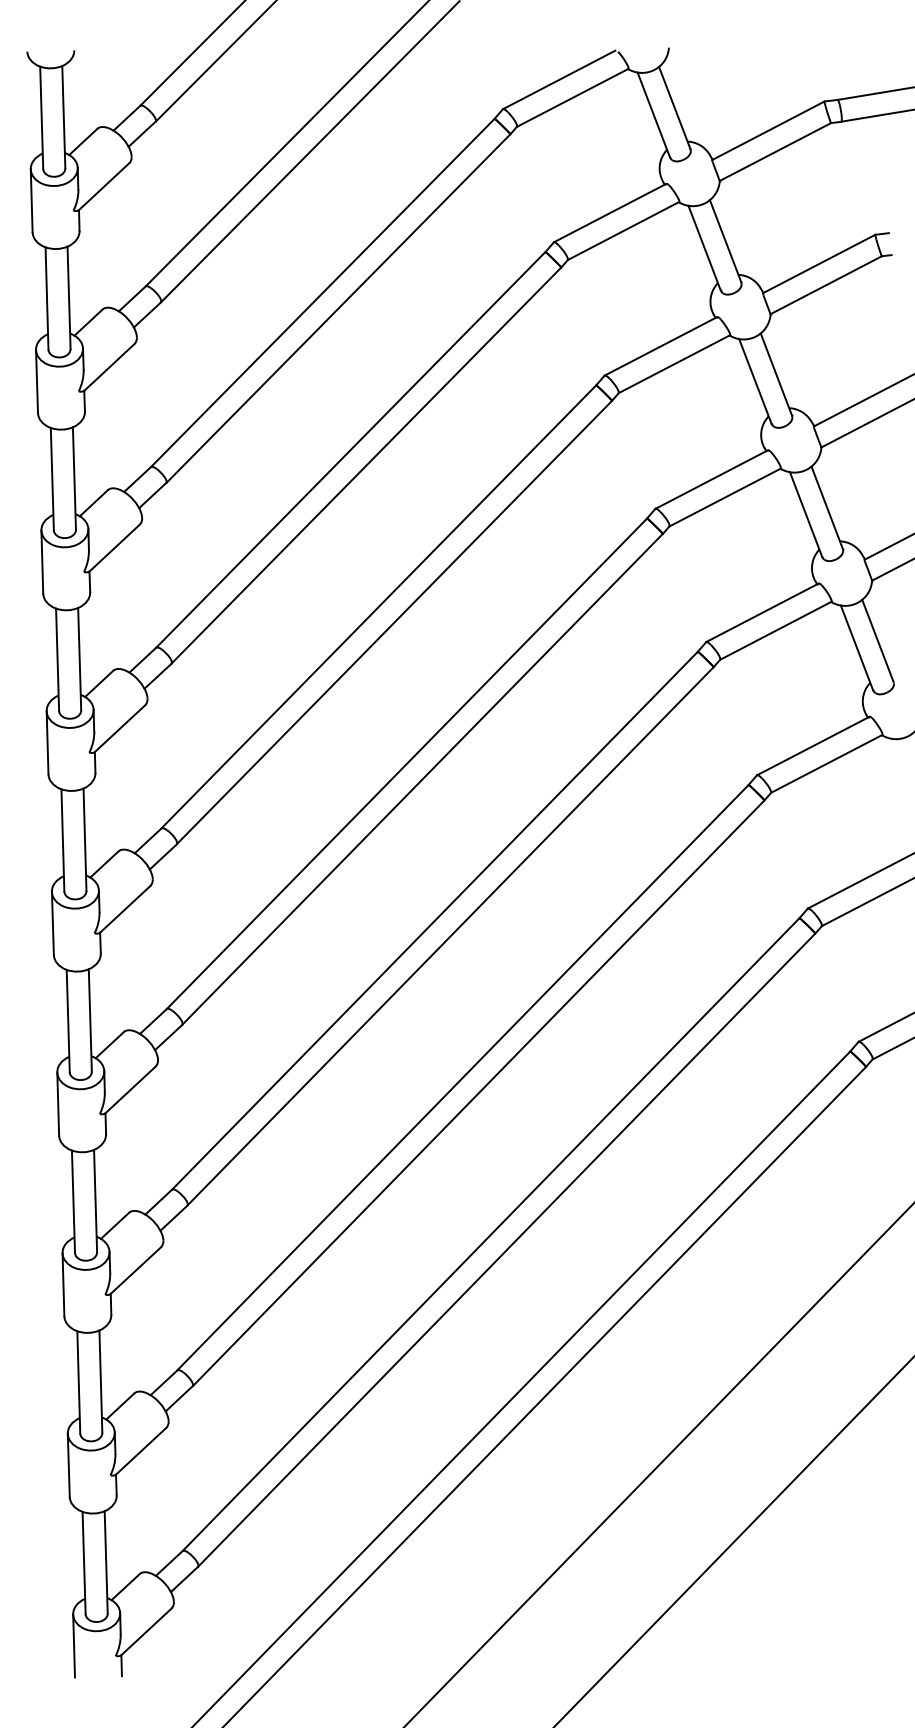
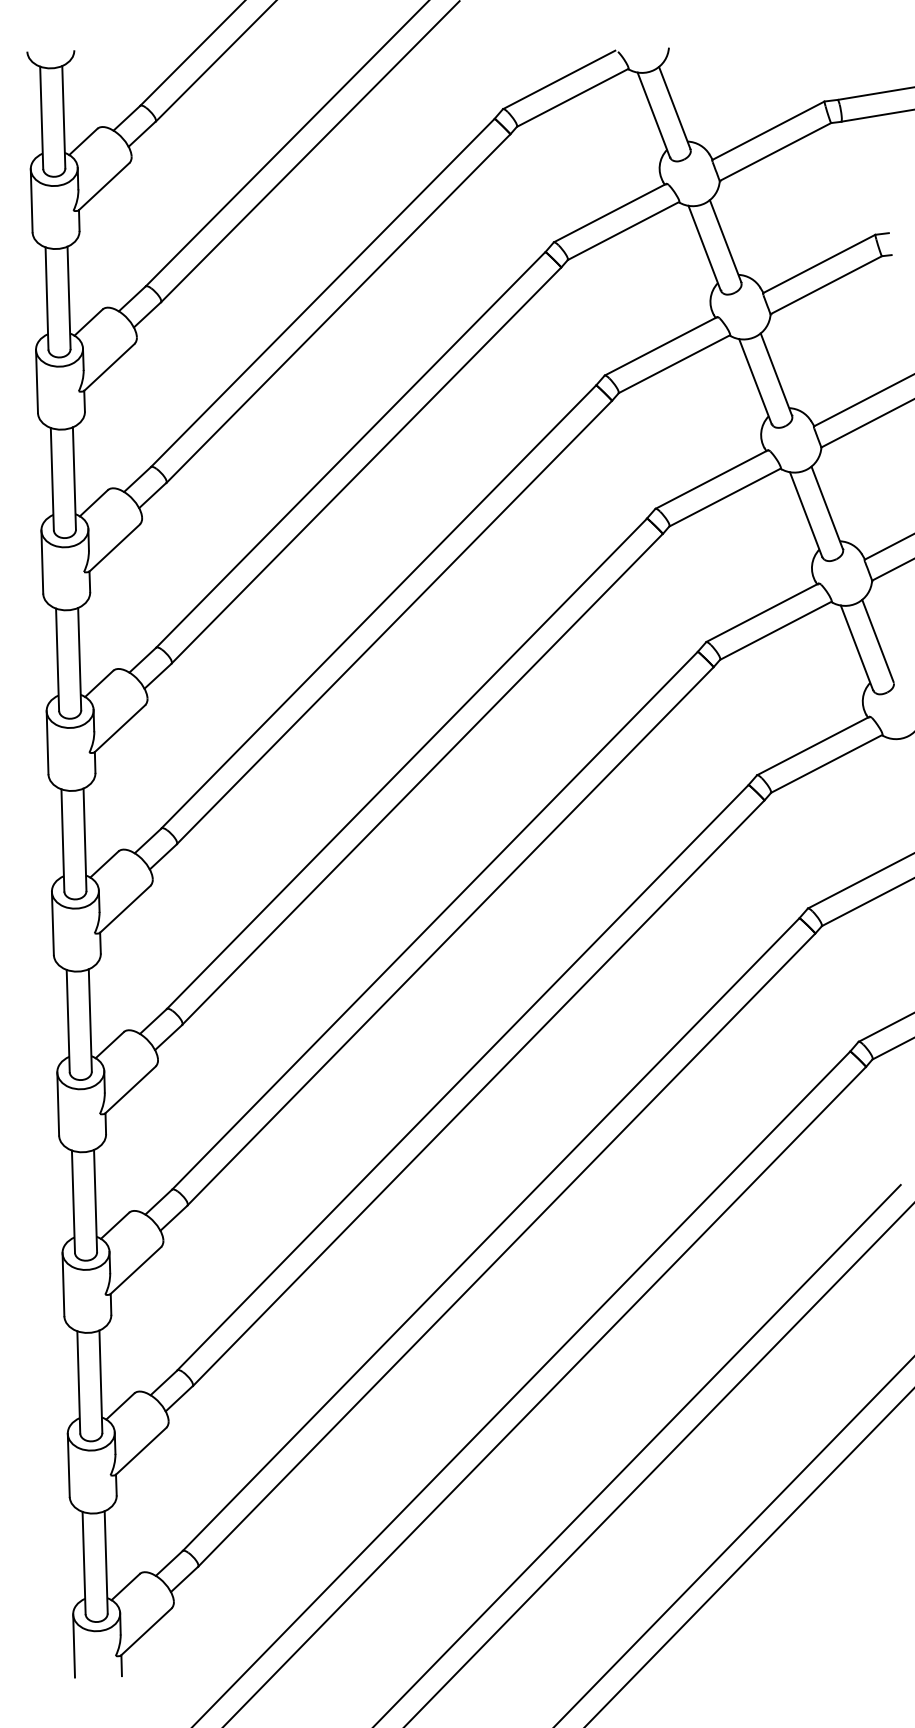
line at (638, 1454): none -> present
line at (749, 1557): none -> present
